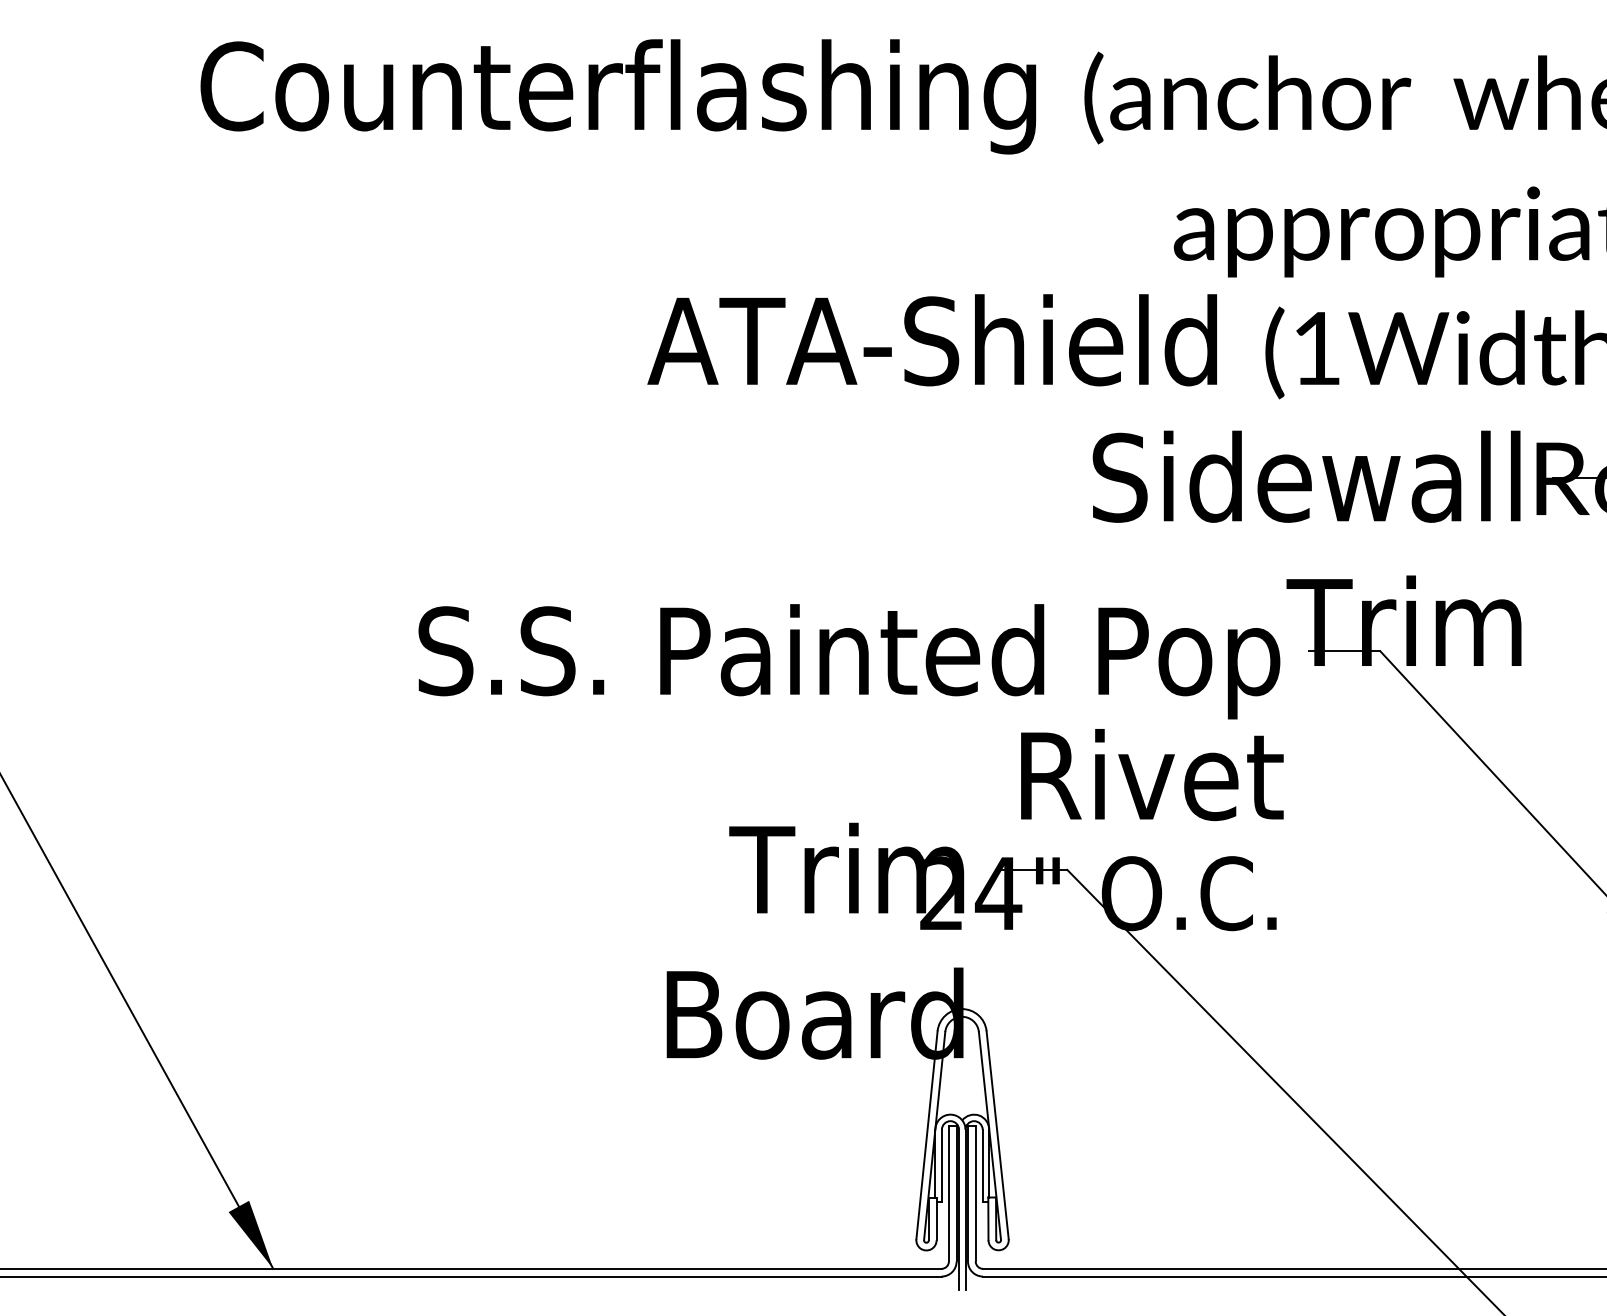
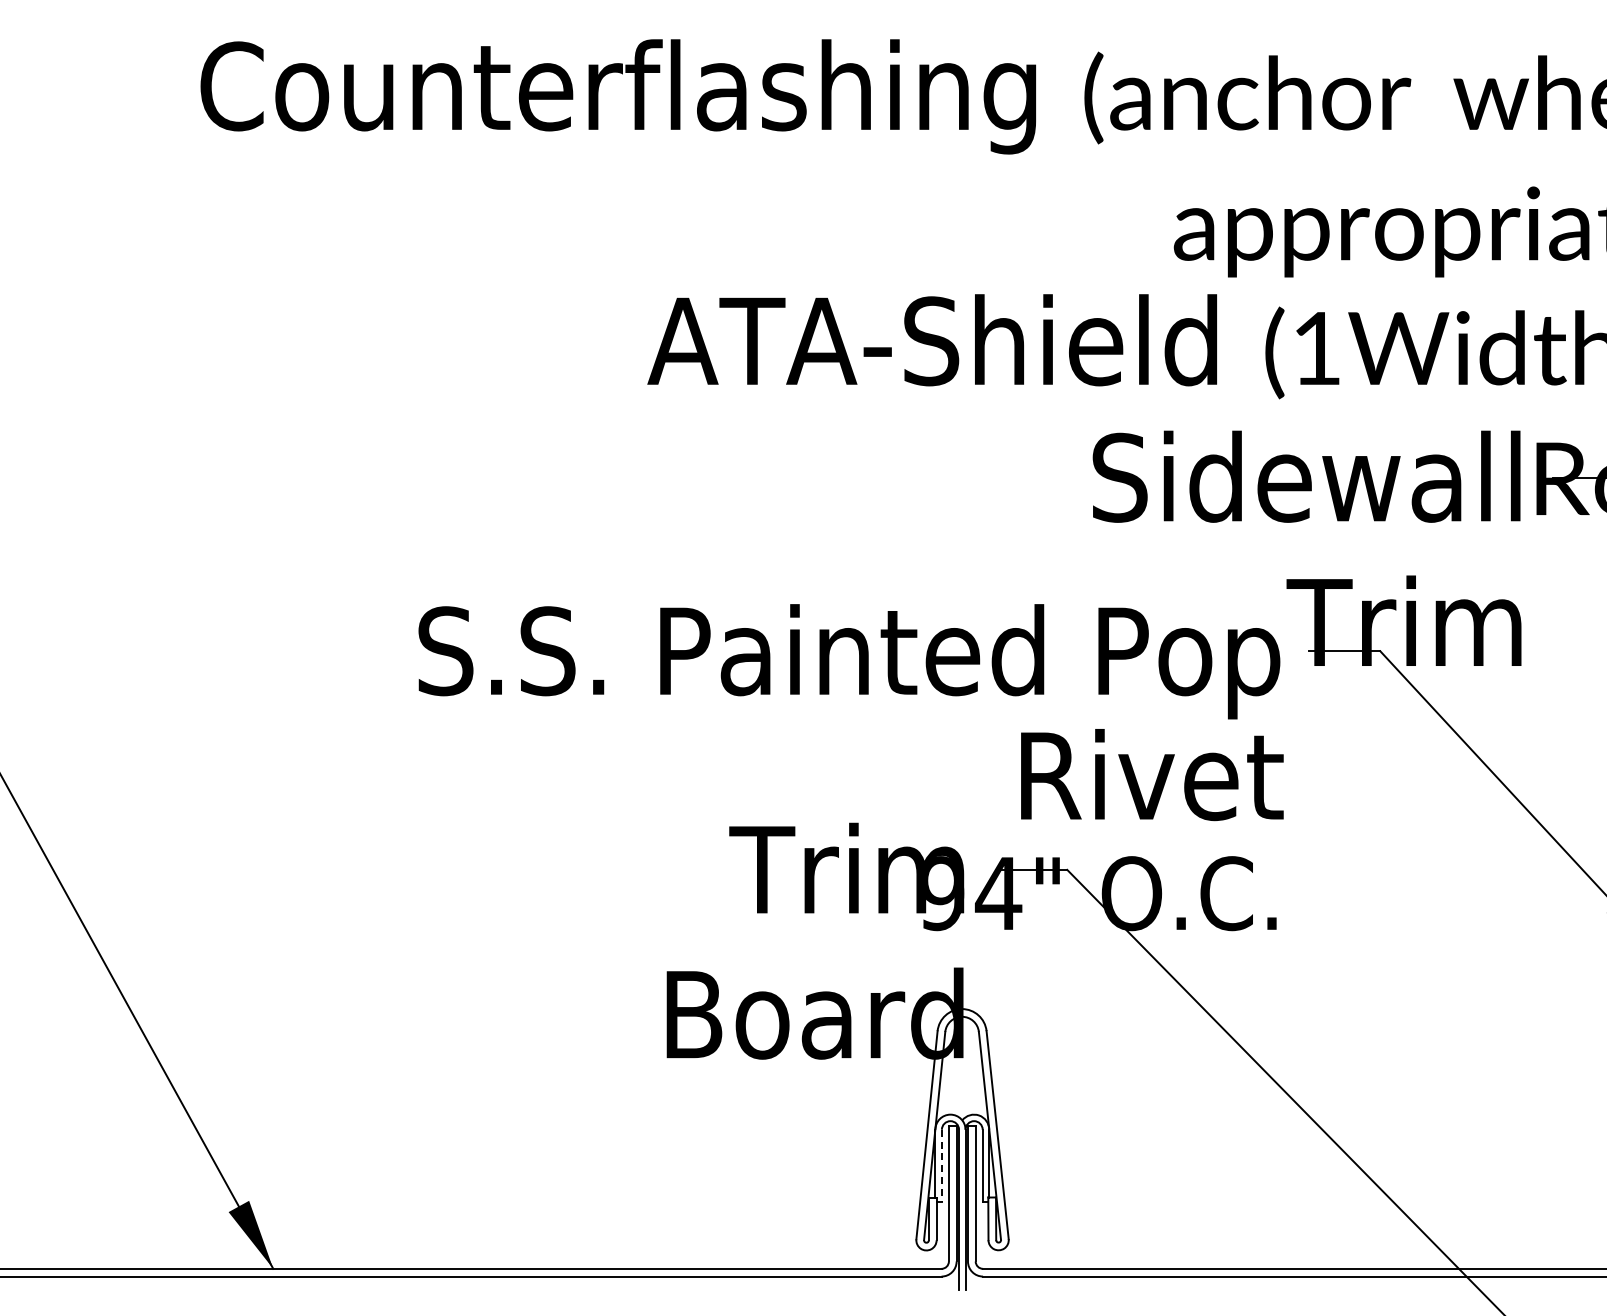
text at (942, 893): 24" -> 94"
line at (941, 1165): solid -> dashed
